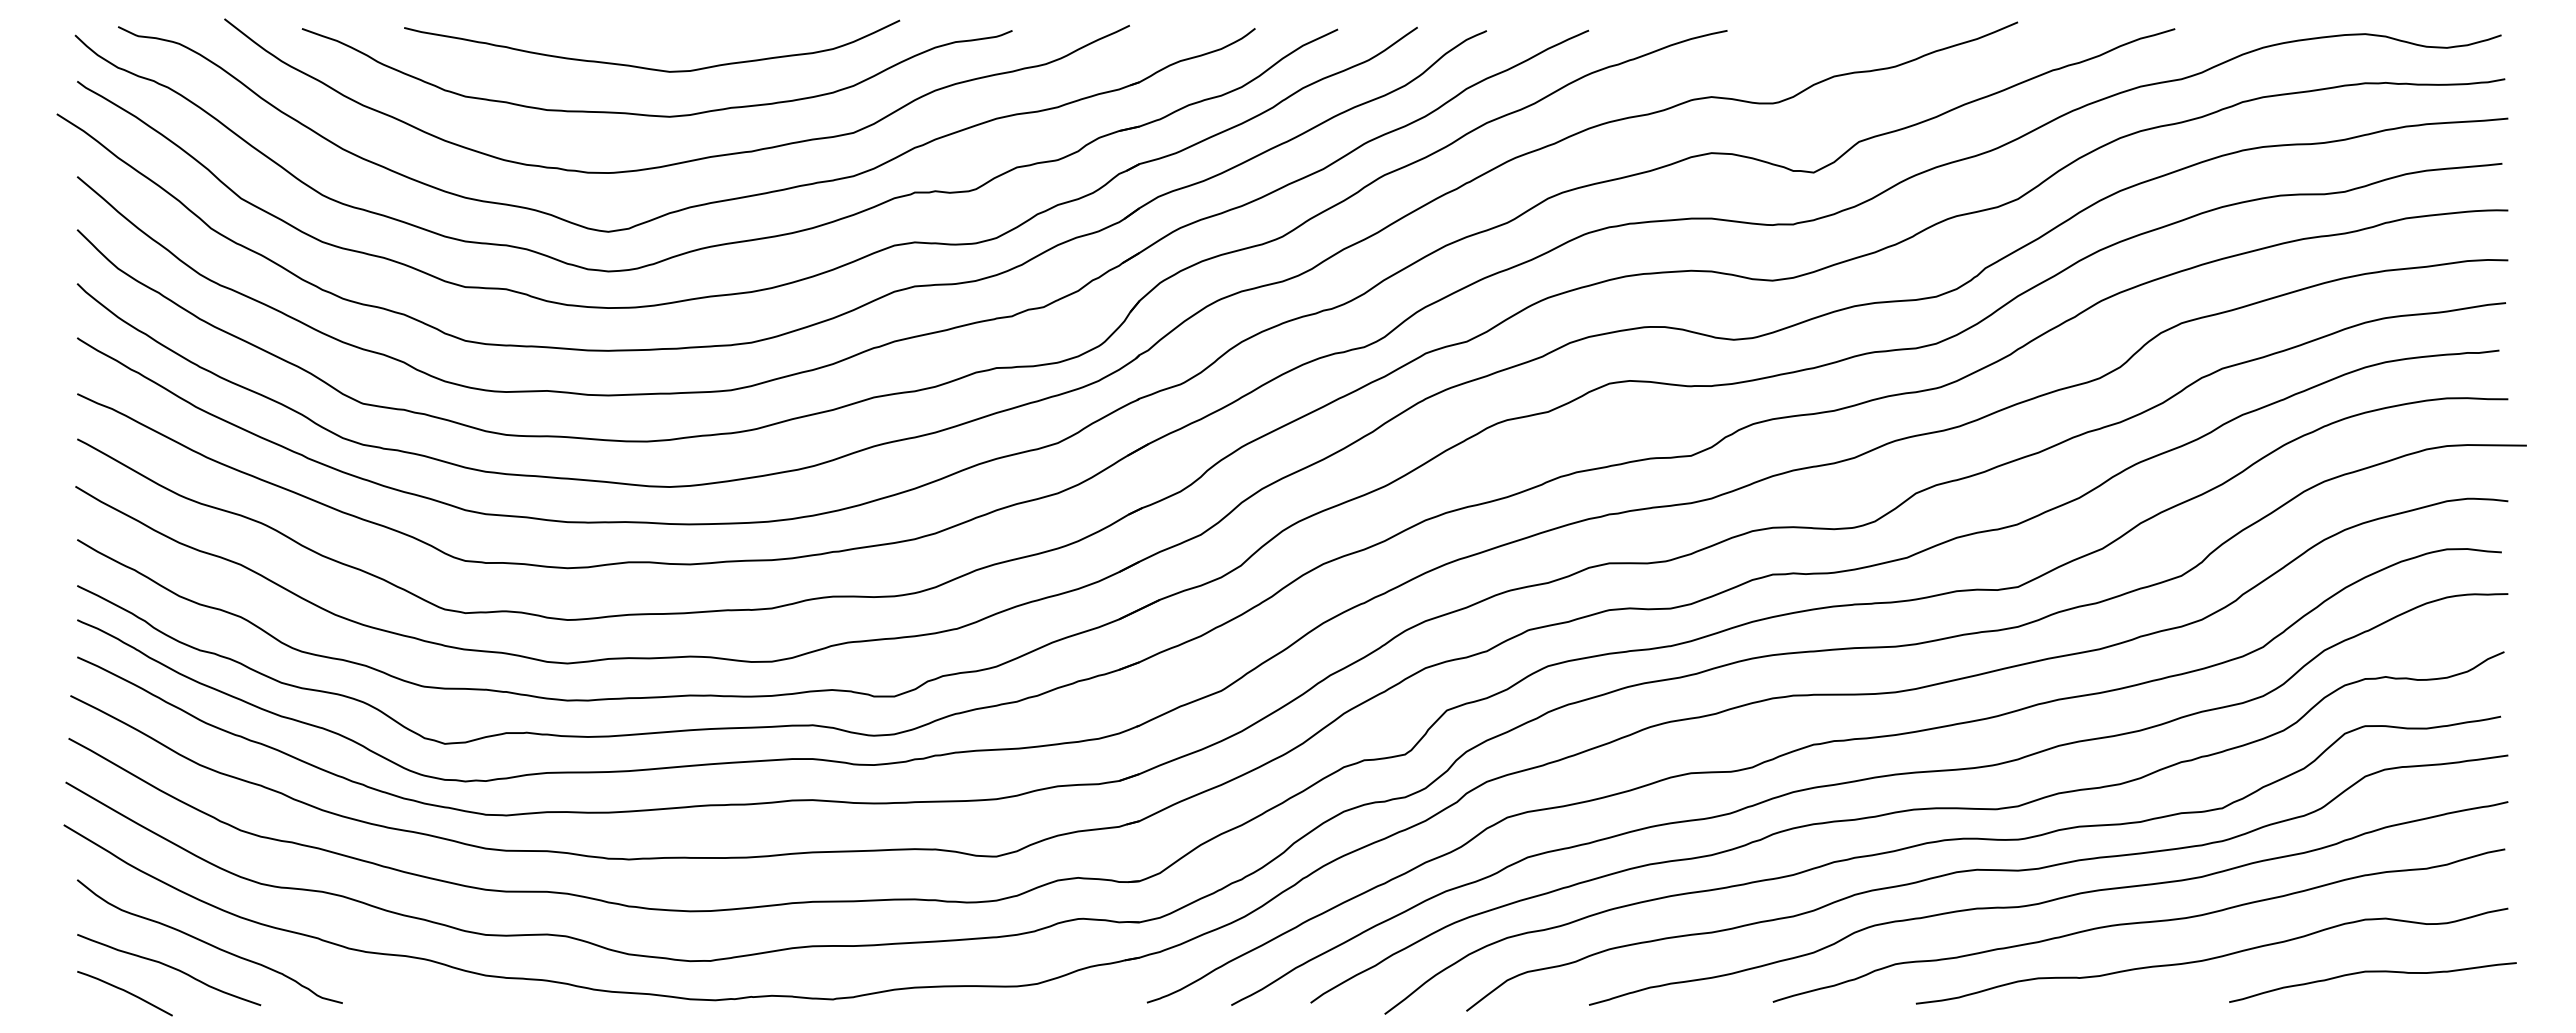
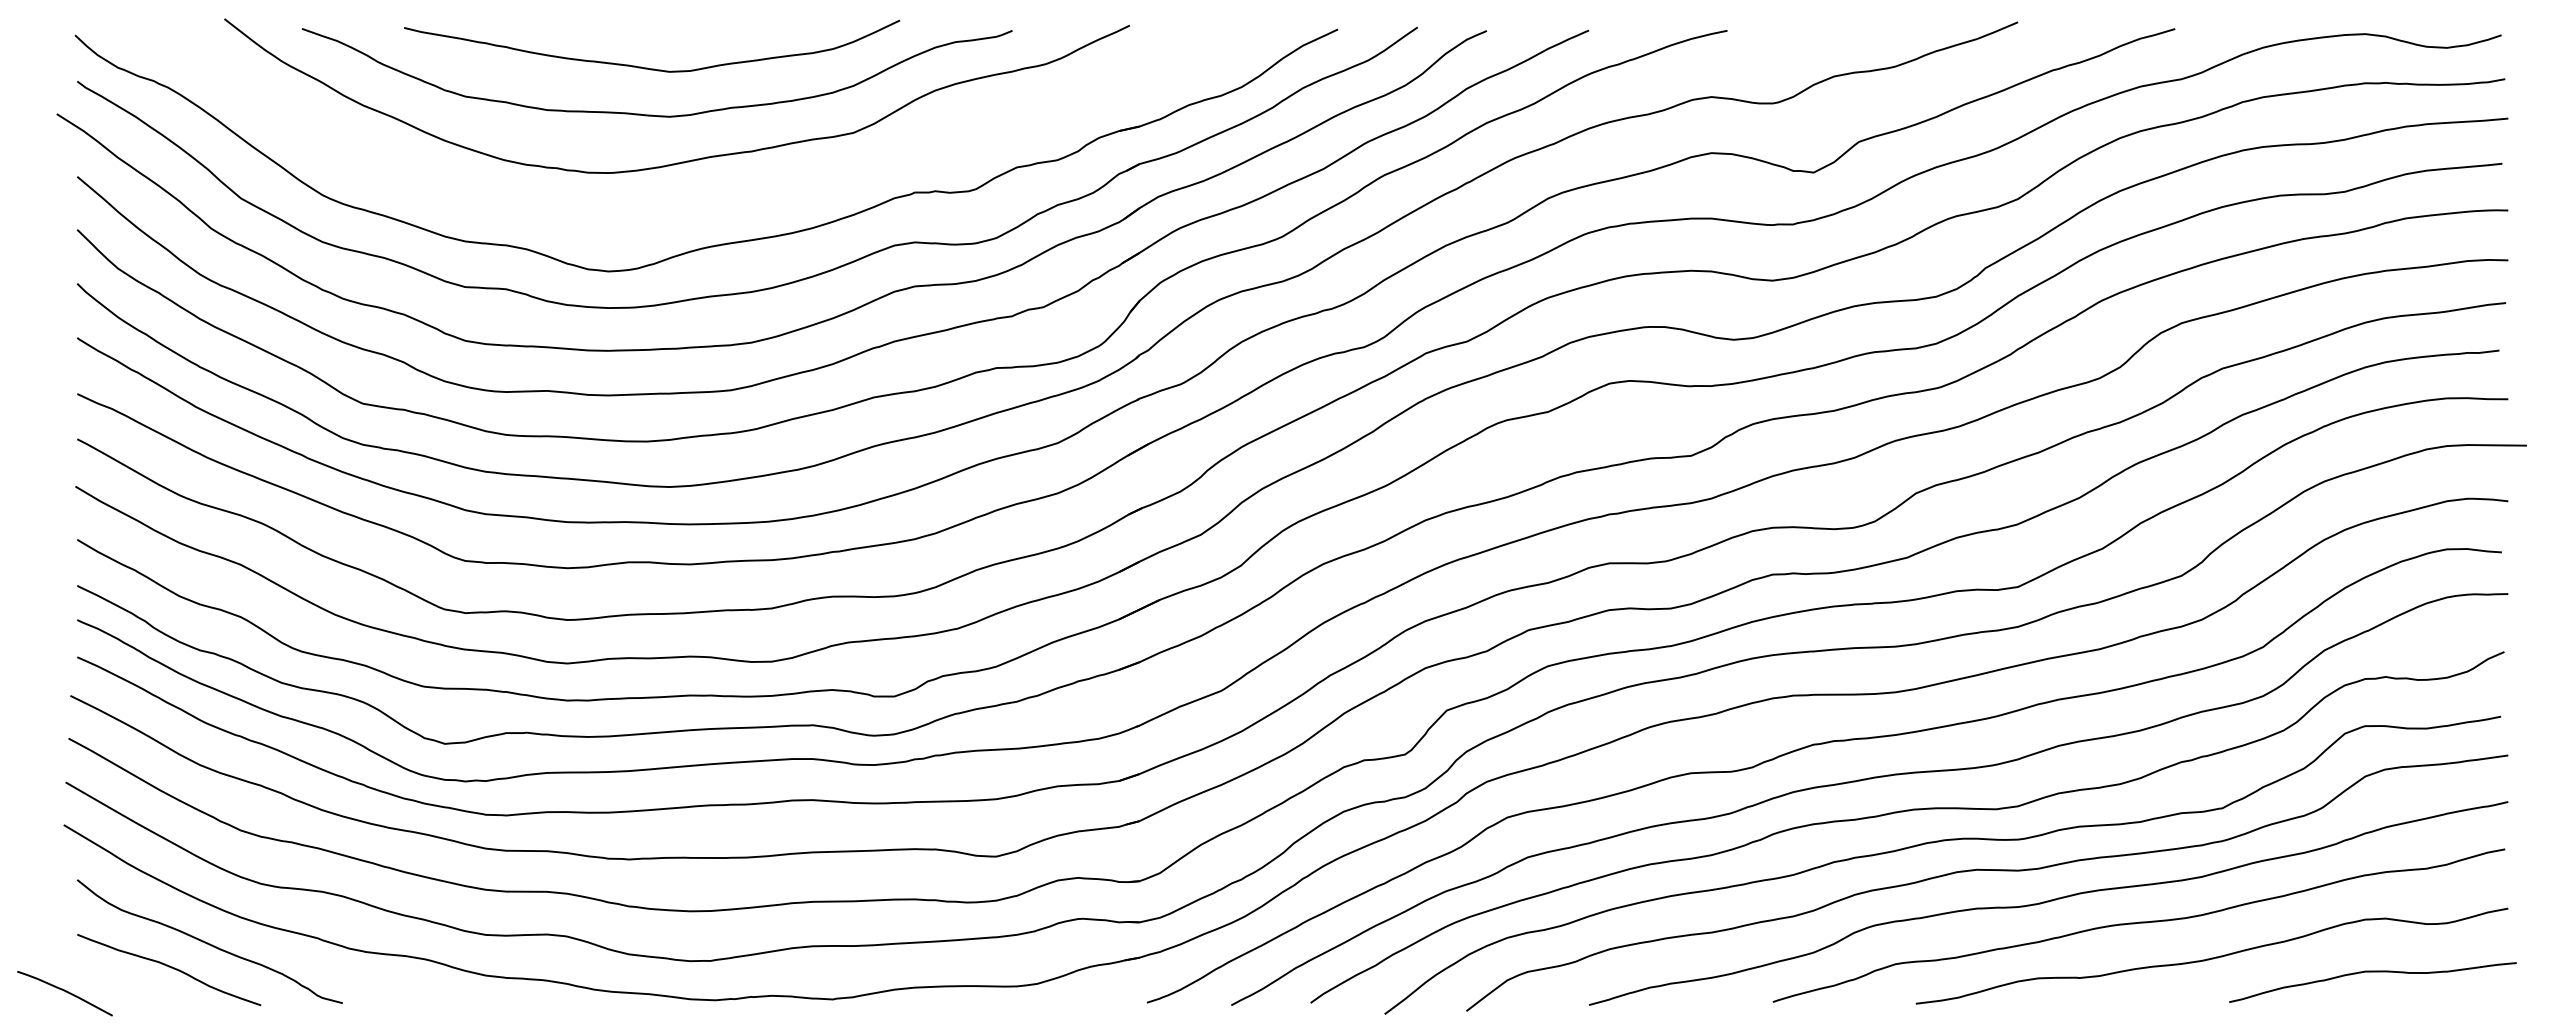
part at (703, 203): present -> none
curve at (125, 992) position: (125, 992) -> (65, 992)
